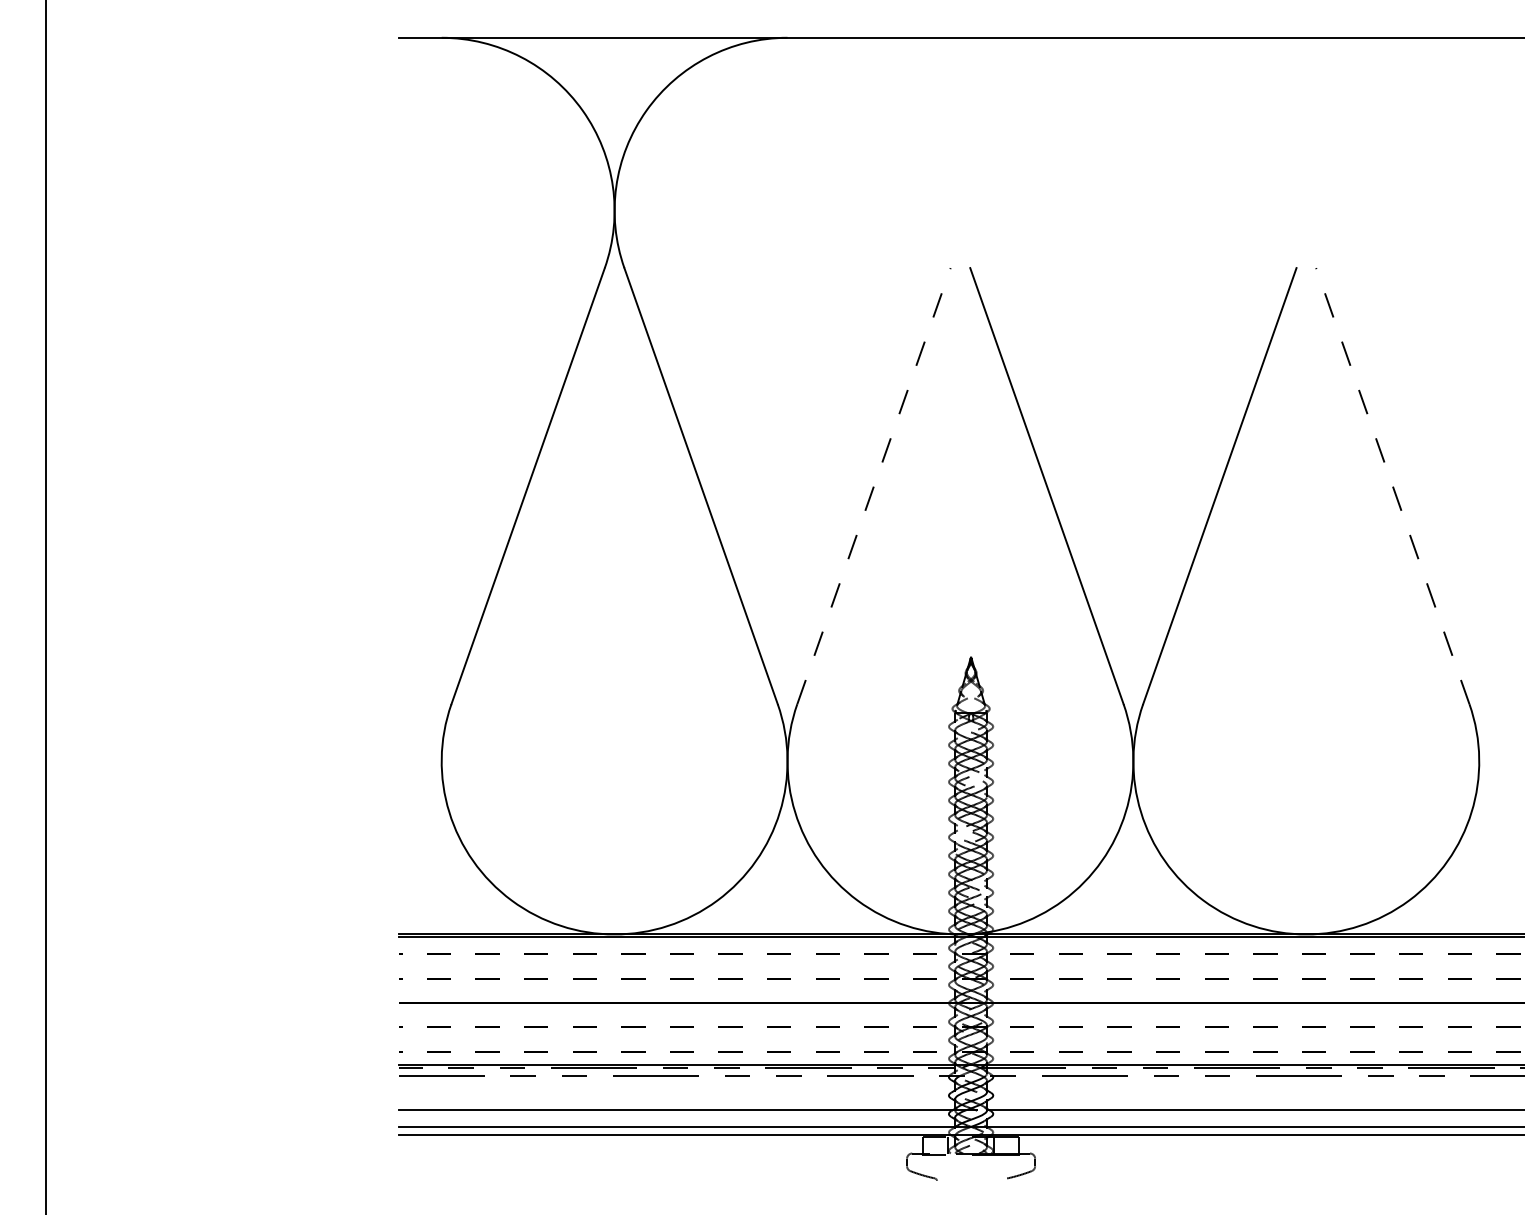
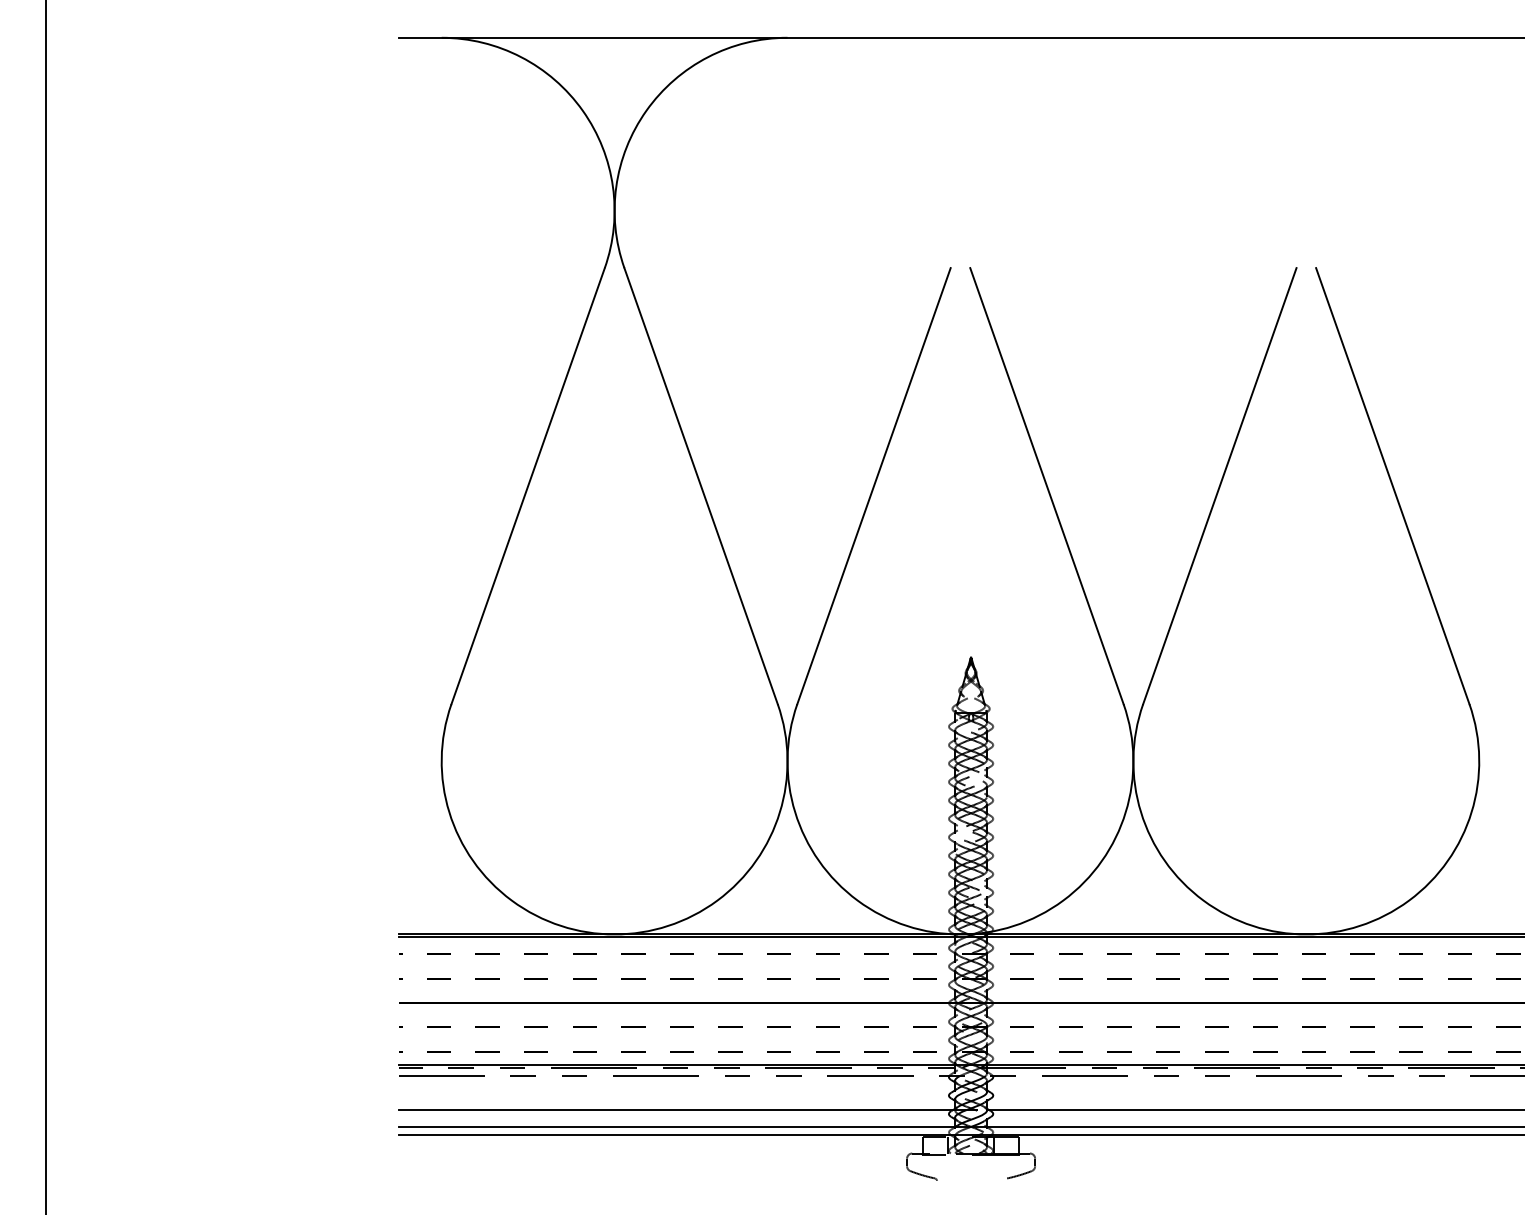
line at (874, 485): dashed -> solid
line at (1392, 485): dashed -> solid
